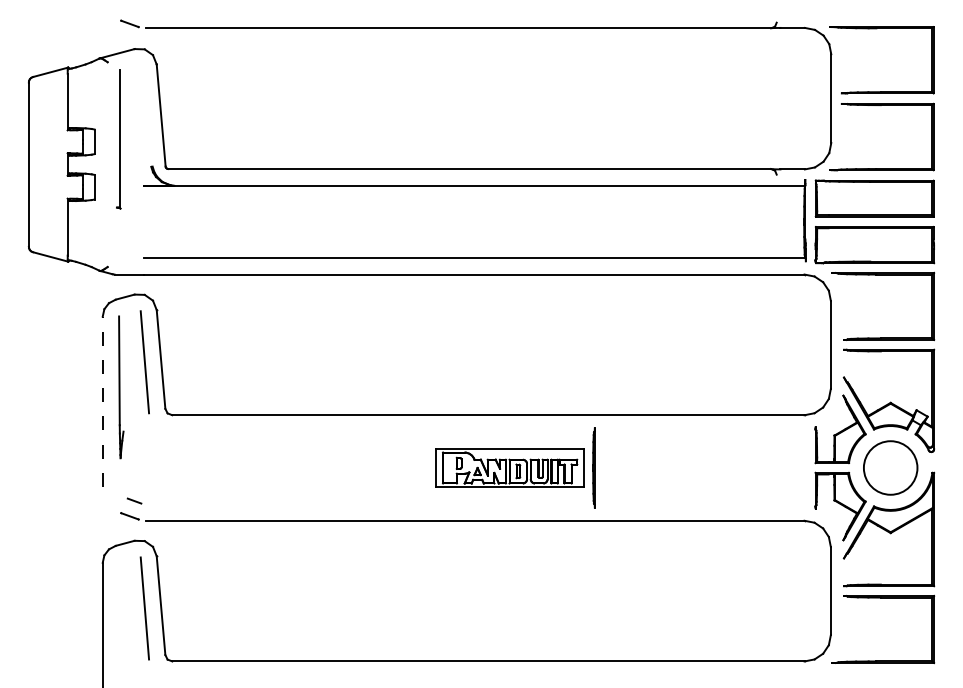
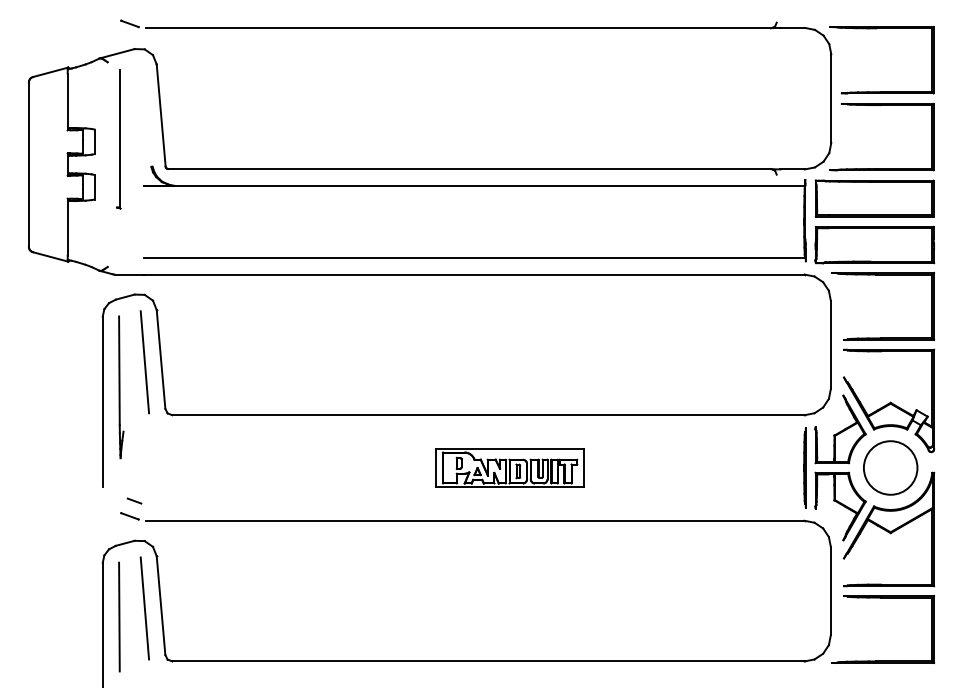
line at (102, 401): dashed -> solid
line at (593, 467) position: (593, 467) -> (804, 467)
line at (119, 616): none -> present
